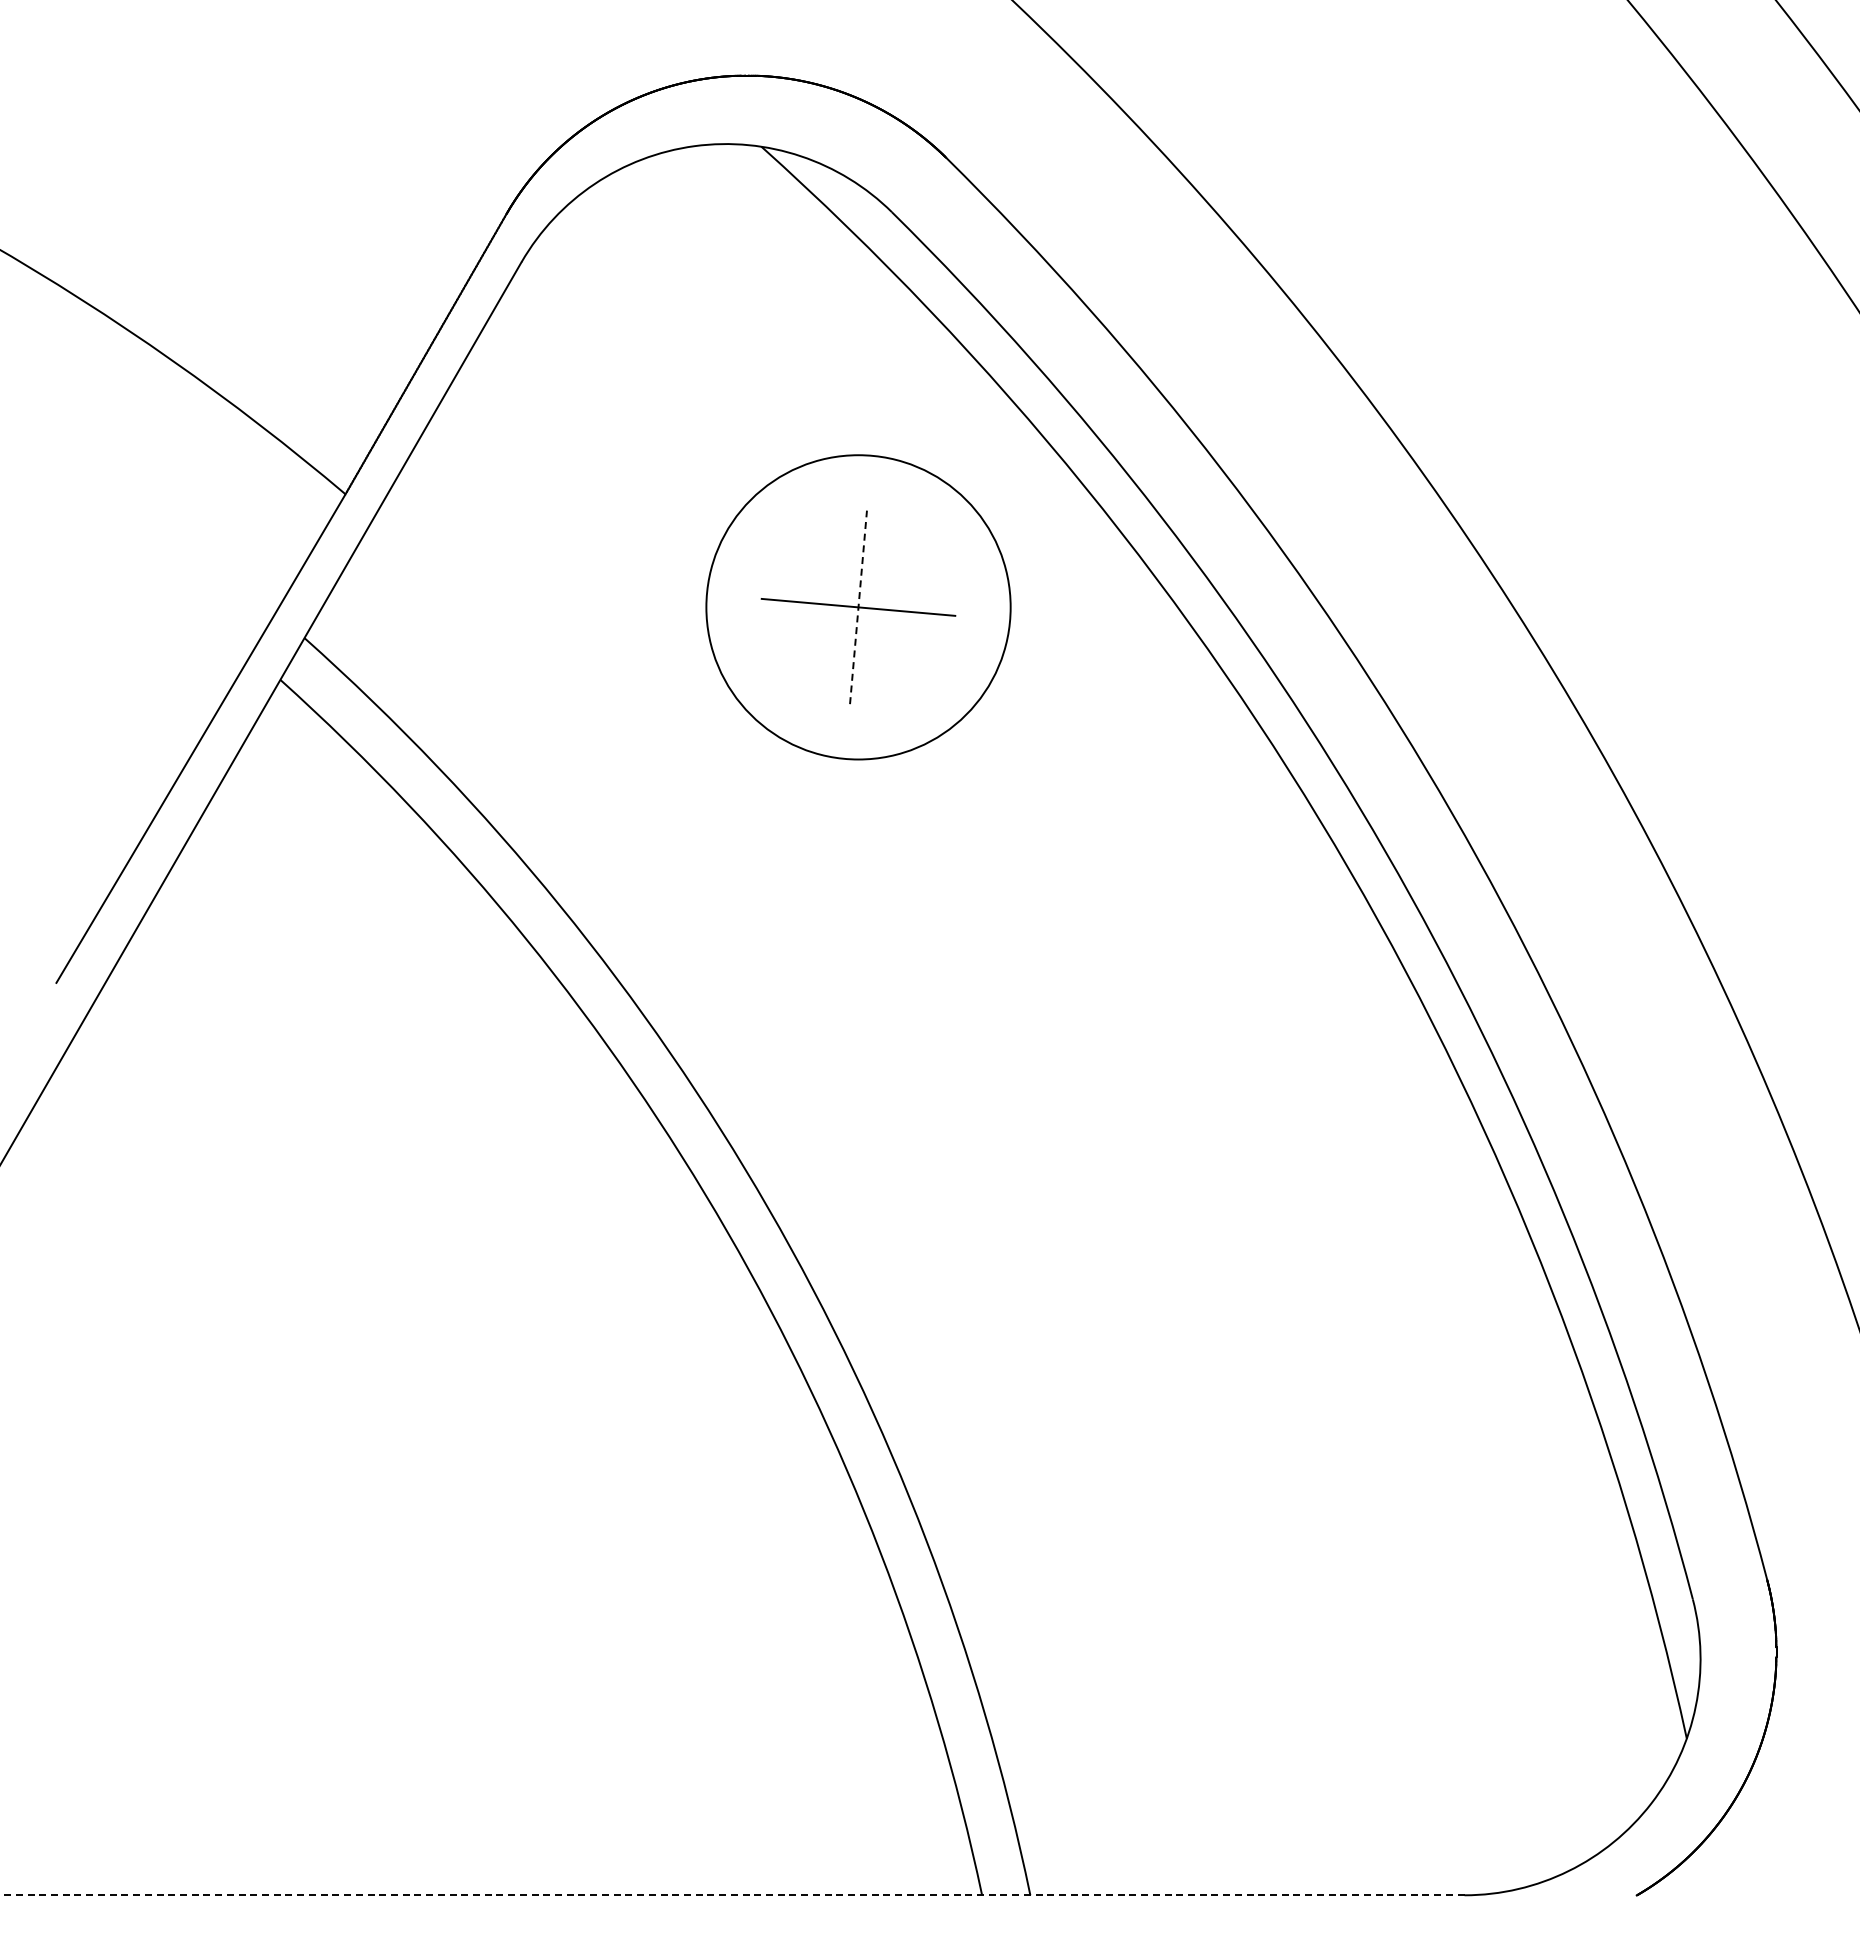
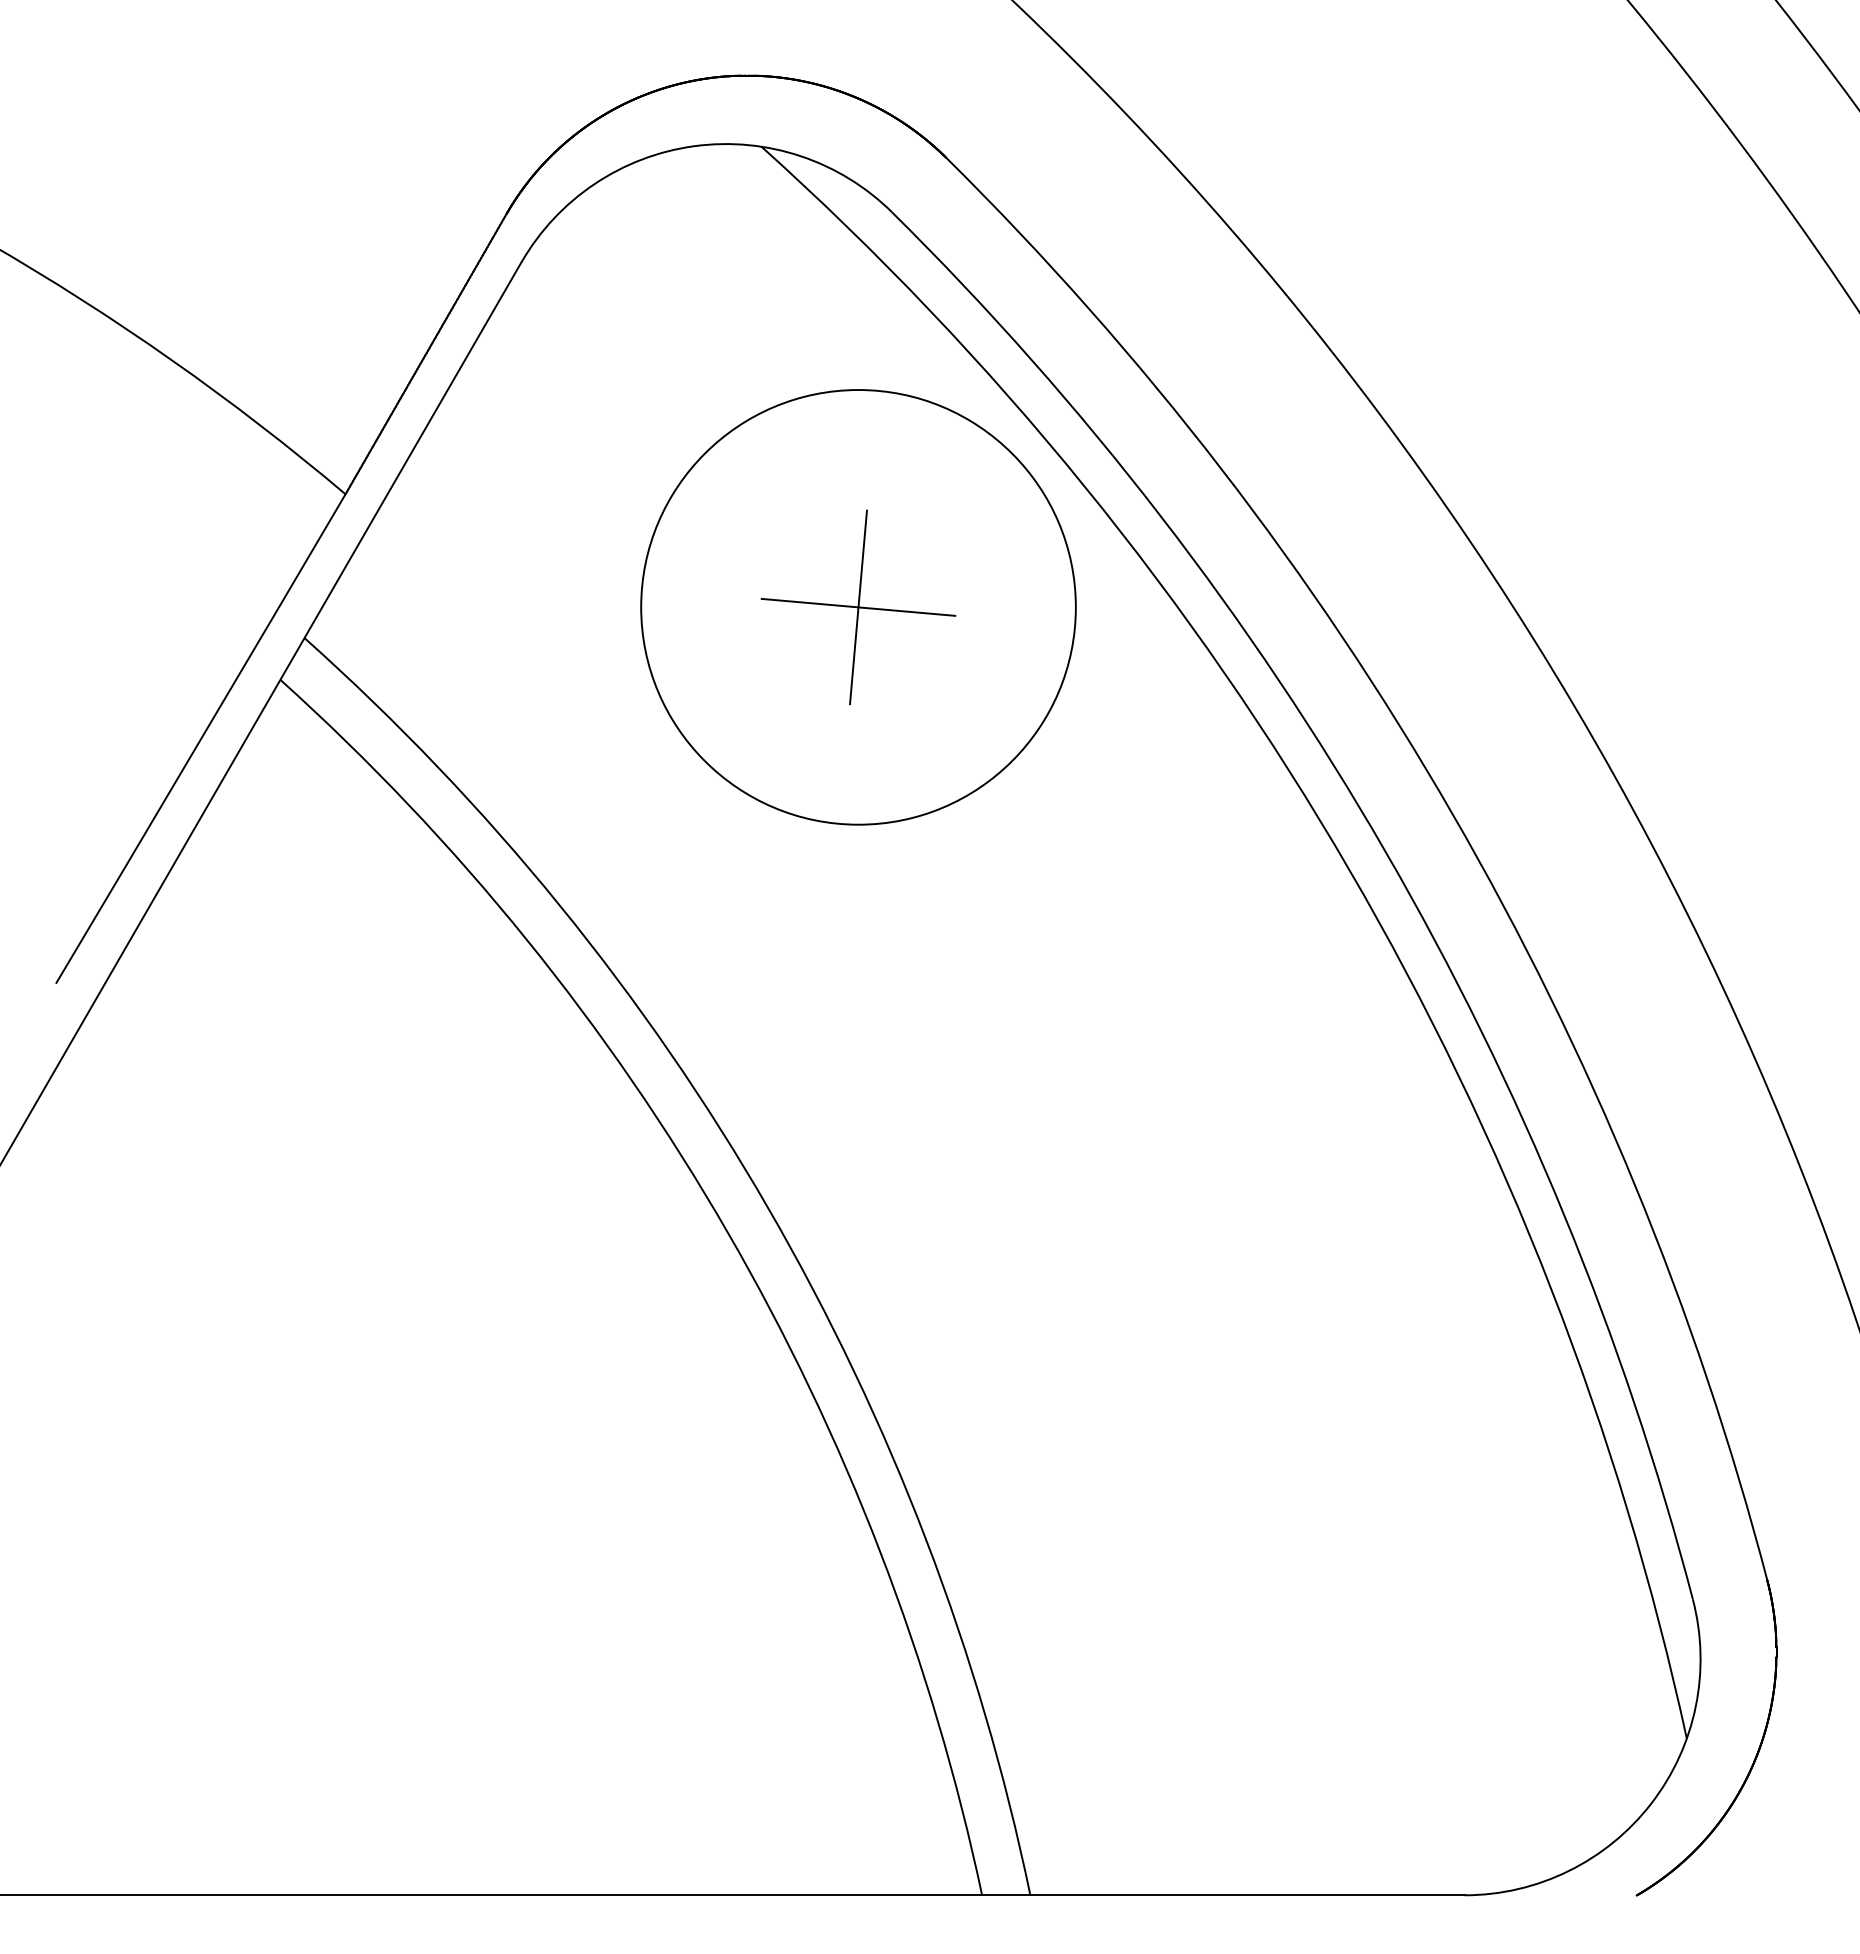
line at (858, 606): dashed -> solid
circle at (858, 607) diameter: 304 px -> 435 px
line at (732, 1895): dashed -> solid
